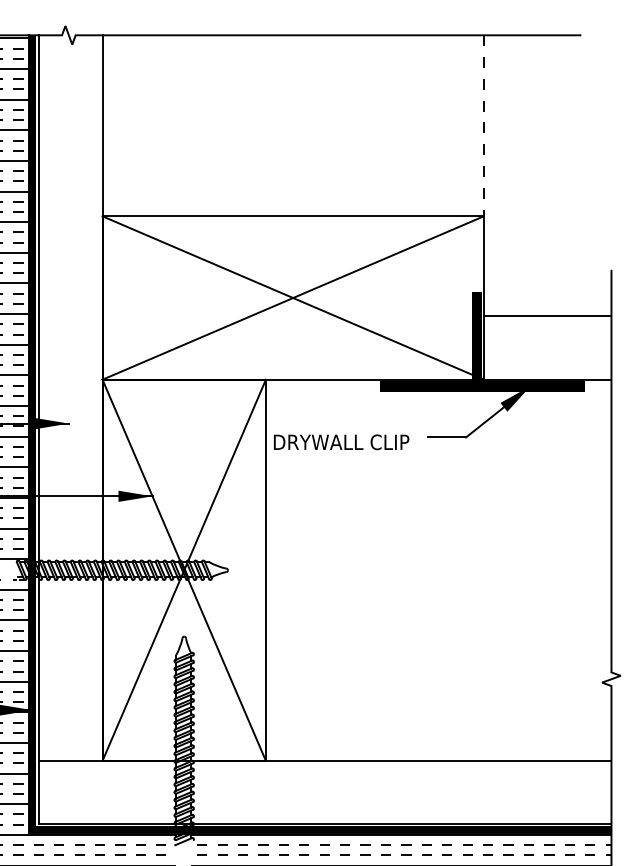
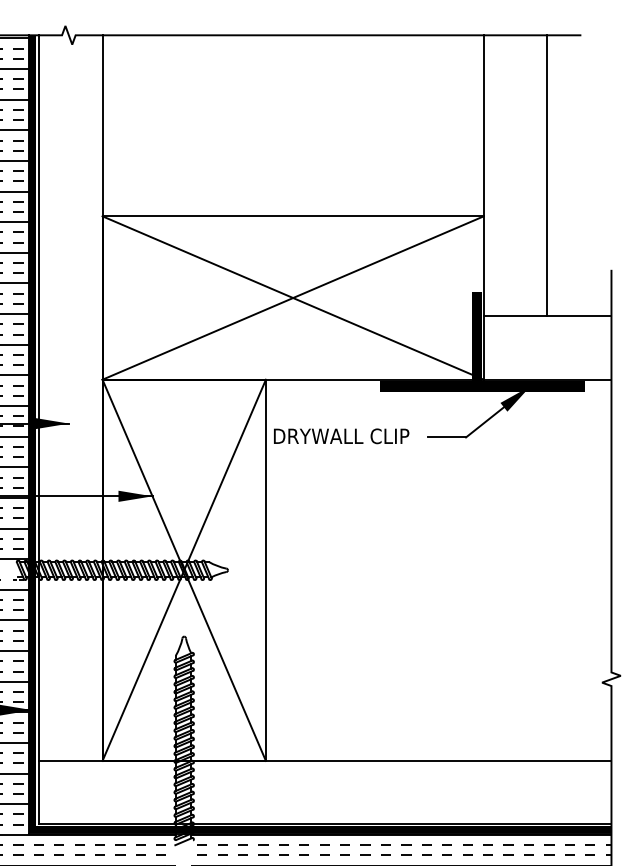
line at (483, 125): dashed -> solid
line at (547, 175): none -> present
text at (341, 442) position: (341, 442) -> (341, 436)
